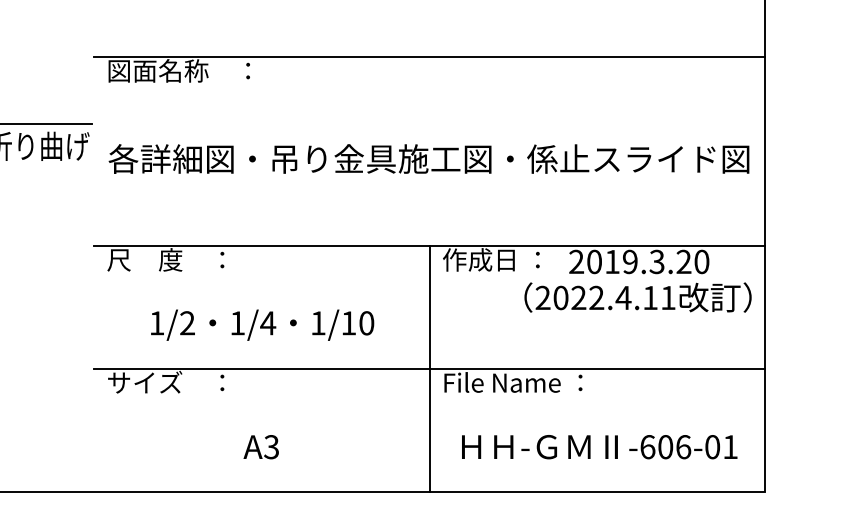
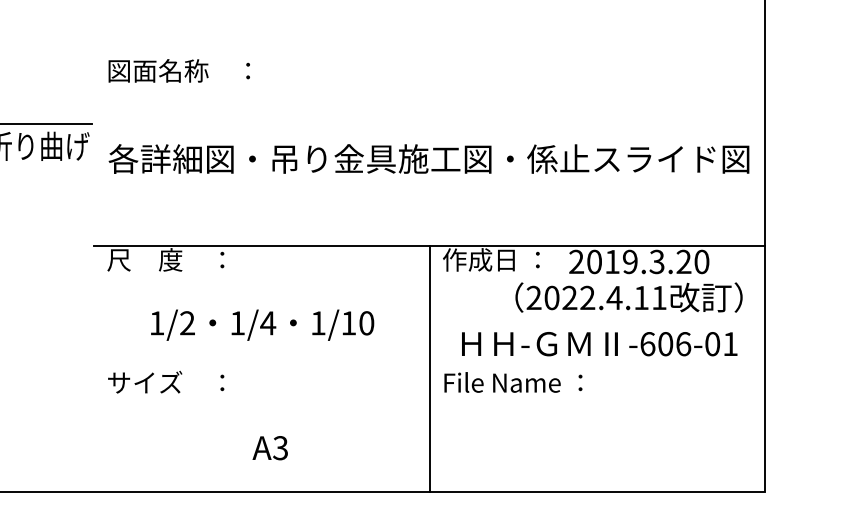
line at (429, 57): present -> none
text at (637, 297) position: (637, 297) -> (628, 297)
line at (429, 369): present -> none
text at (260, 447) position: (260, 447) -> (269, 448)
text at (599, 447) position: (599, 447) -> (599, 344)
